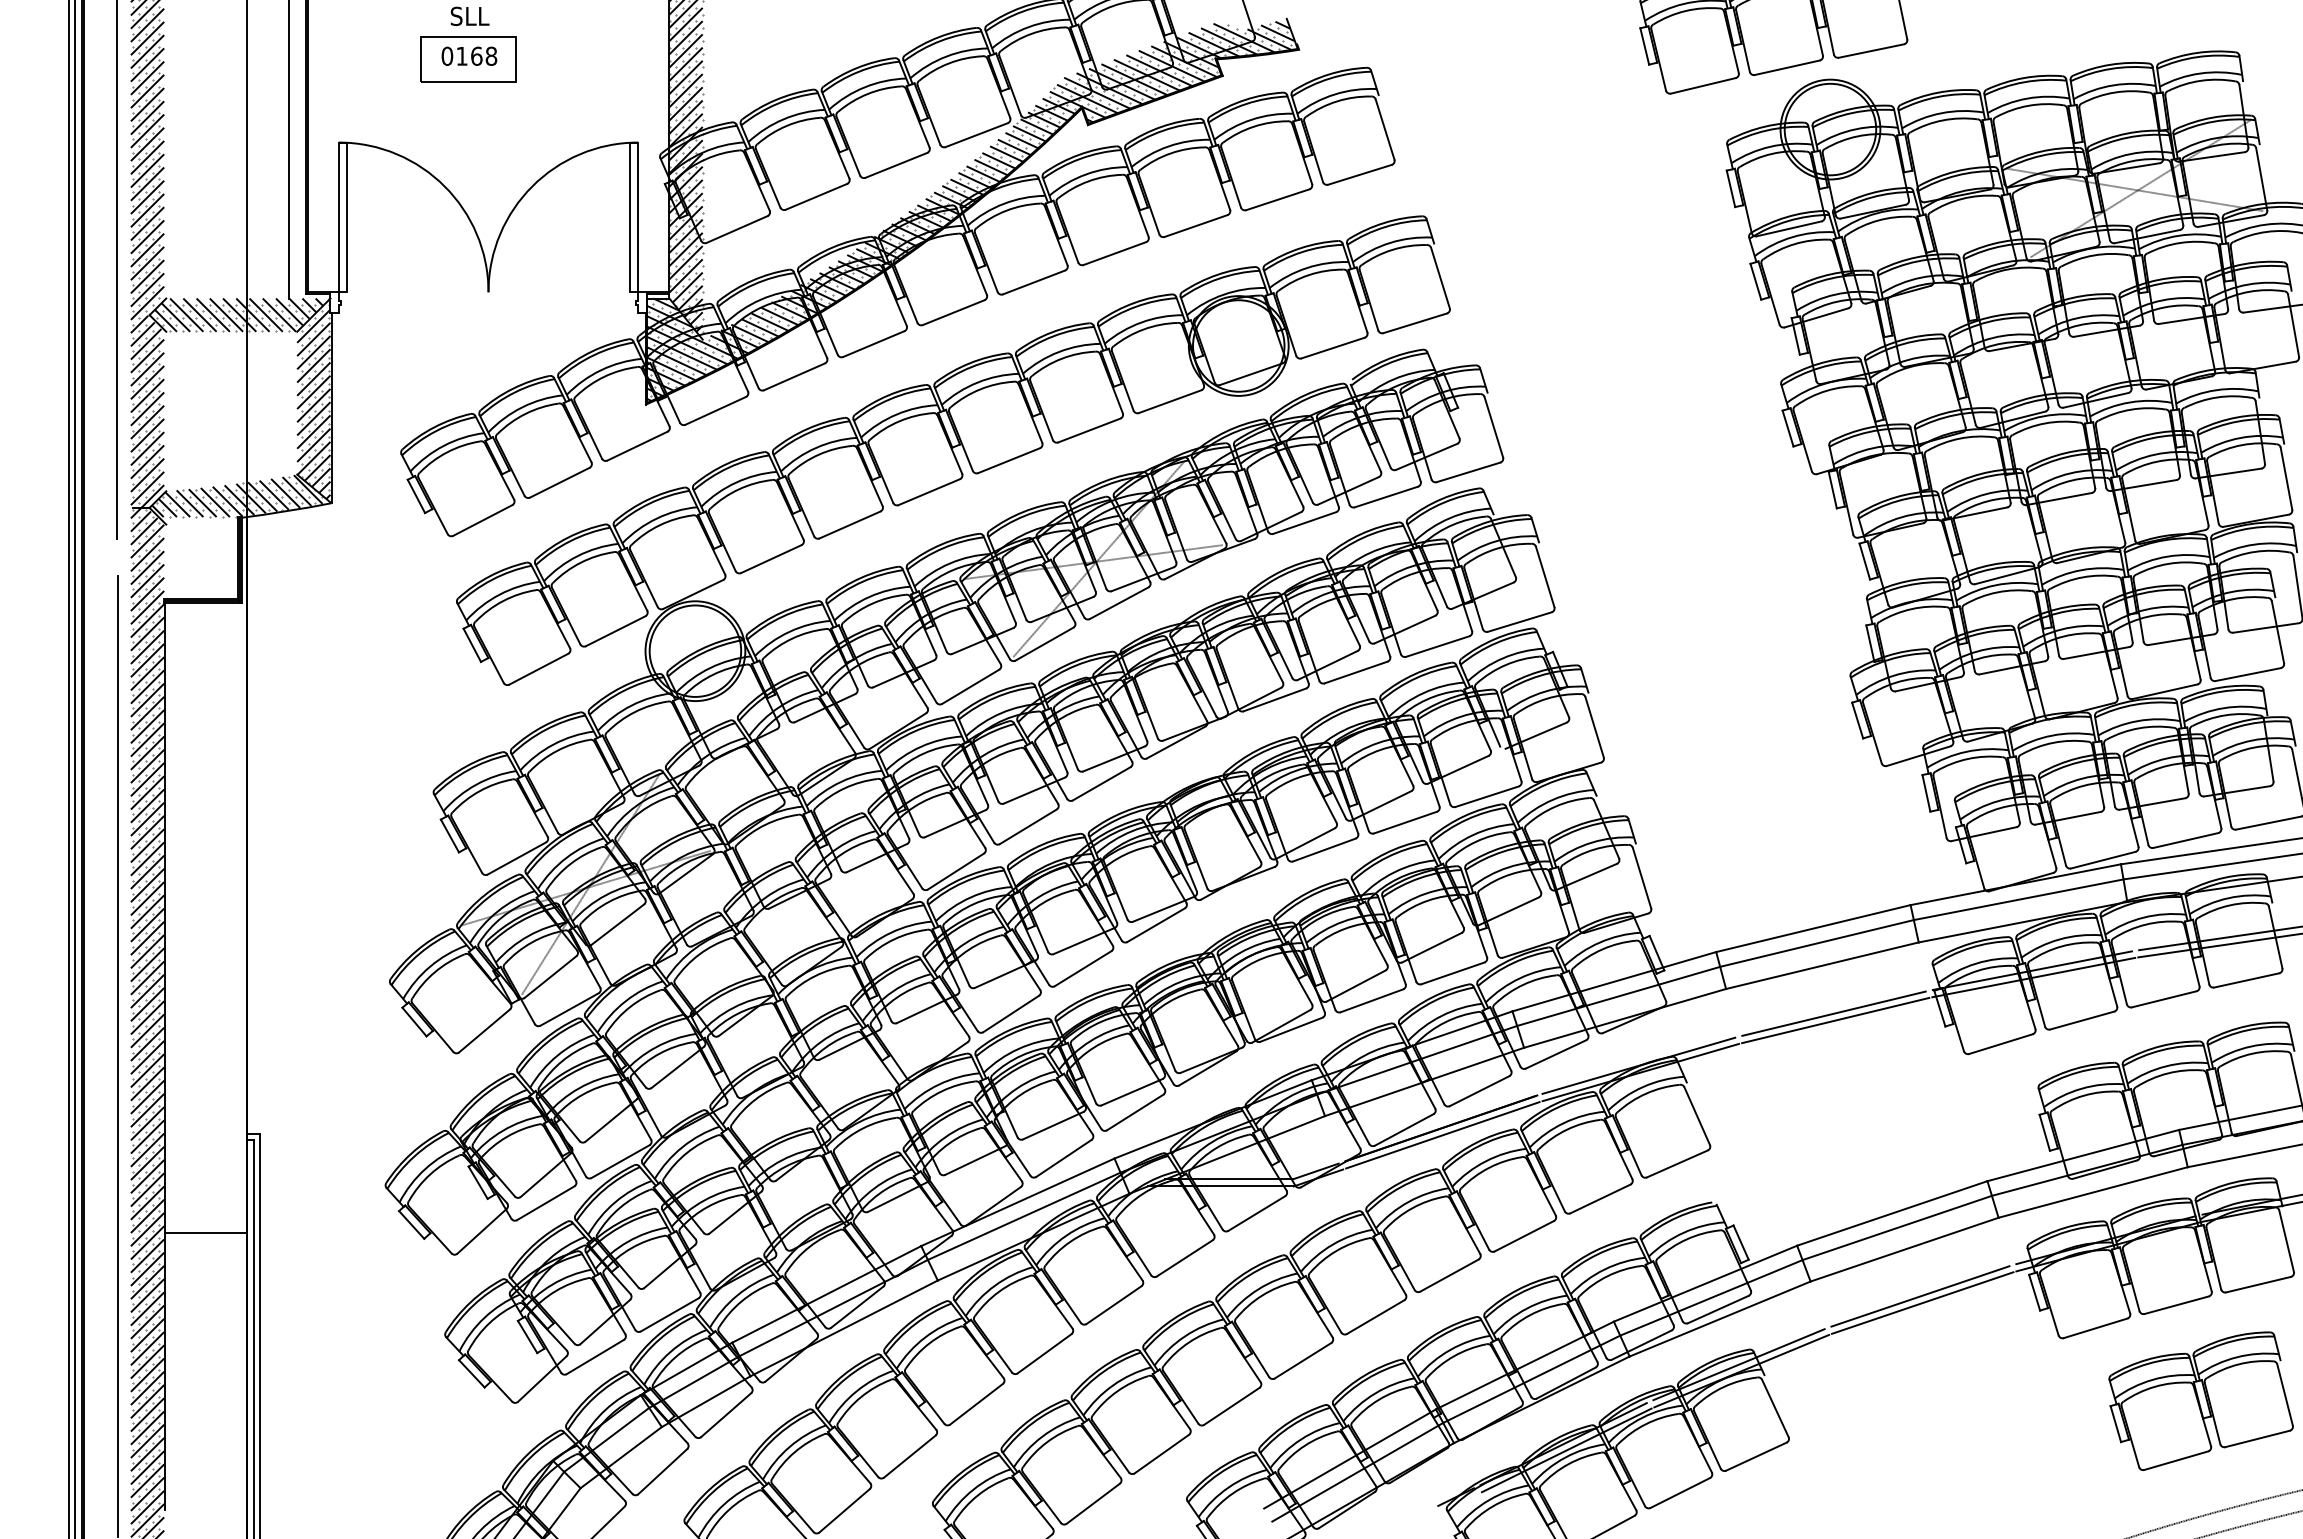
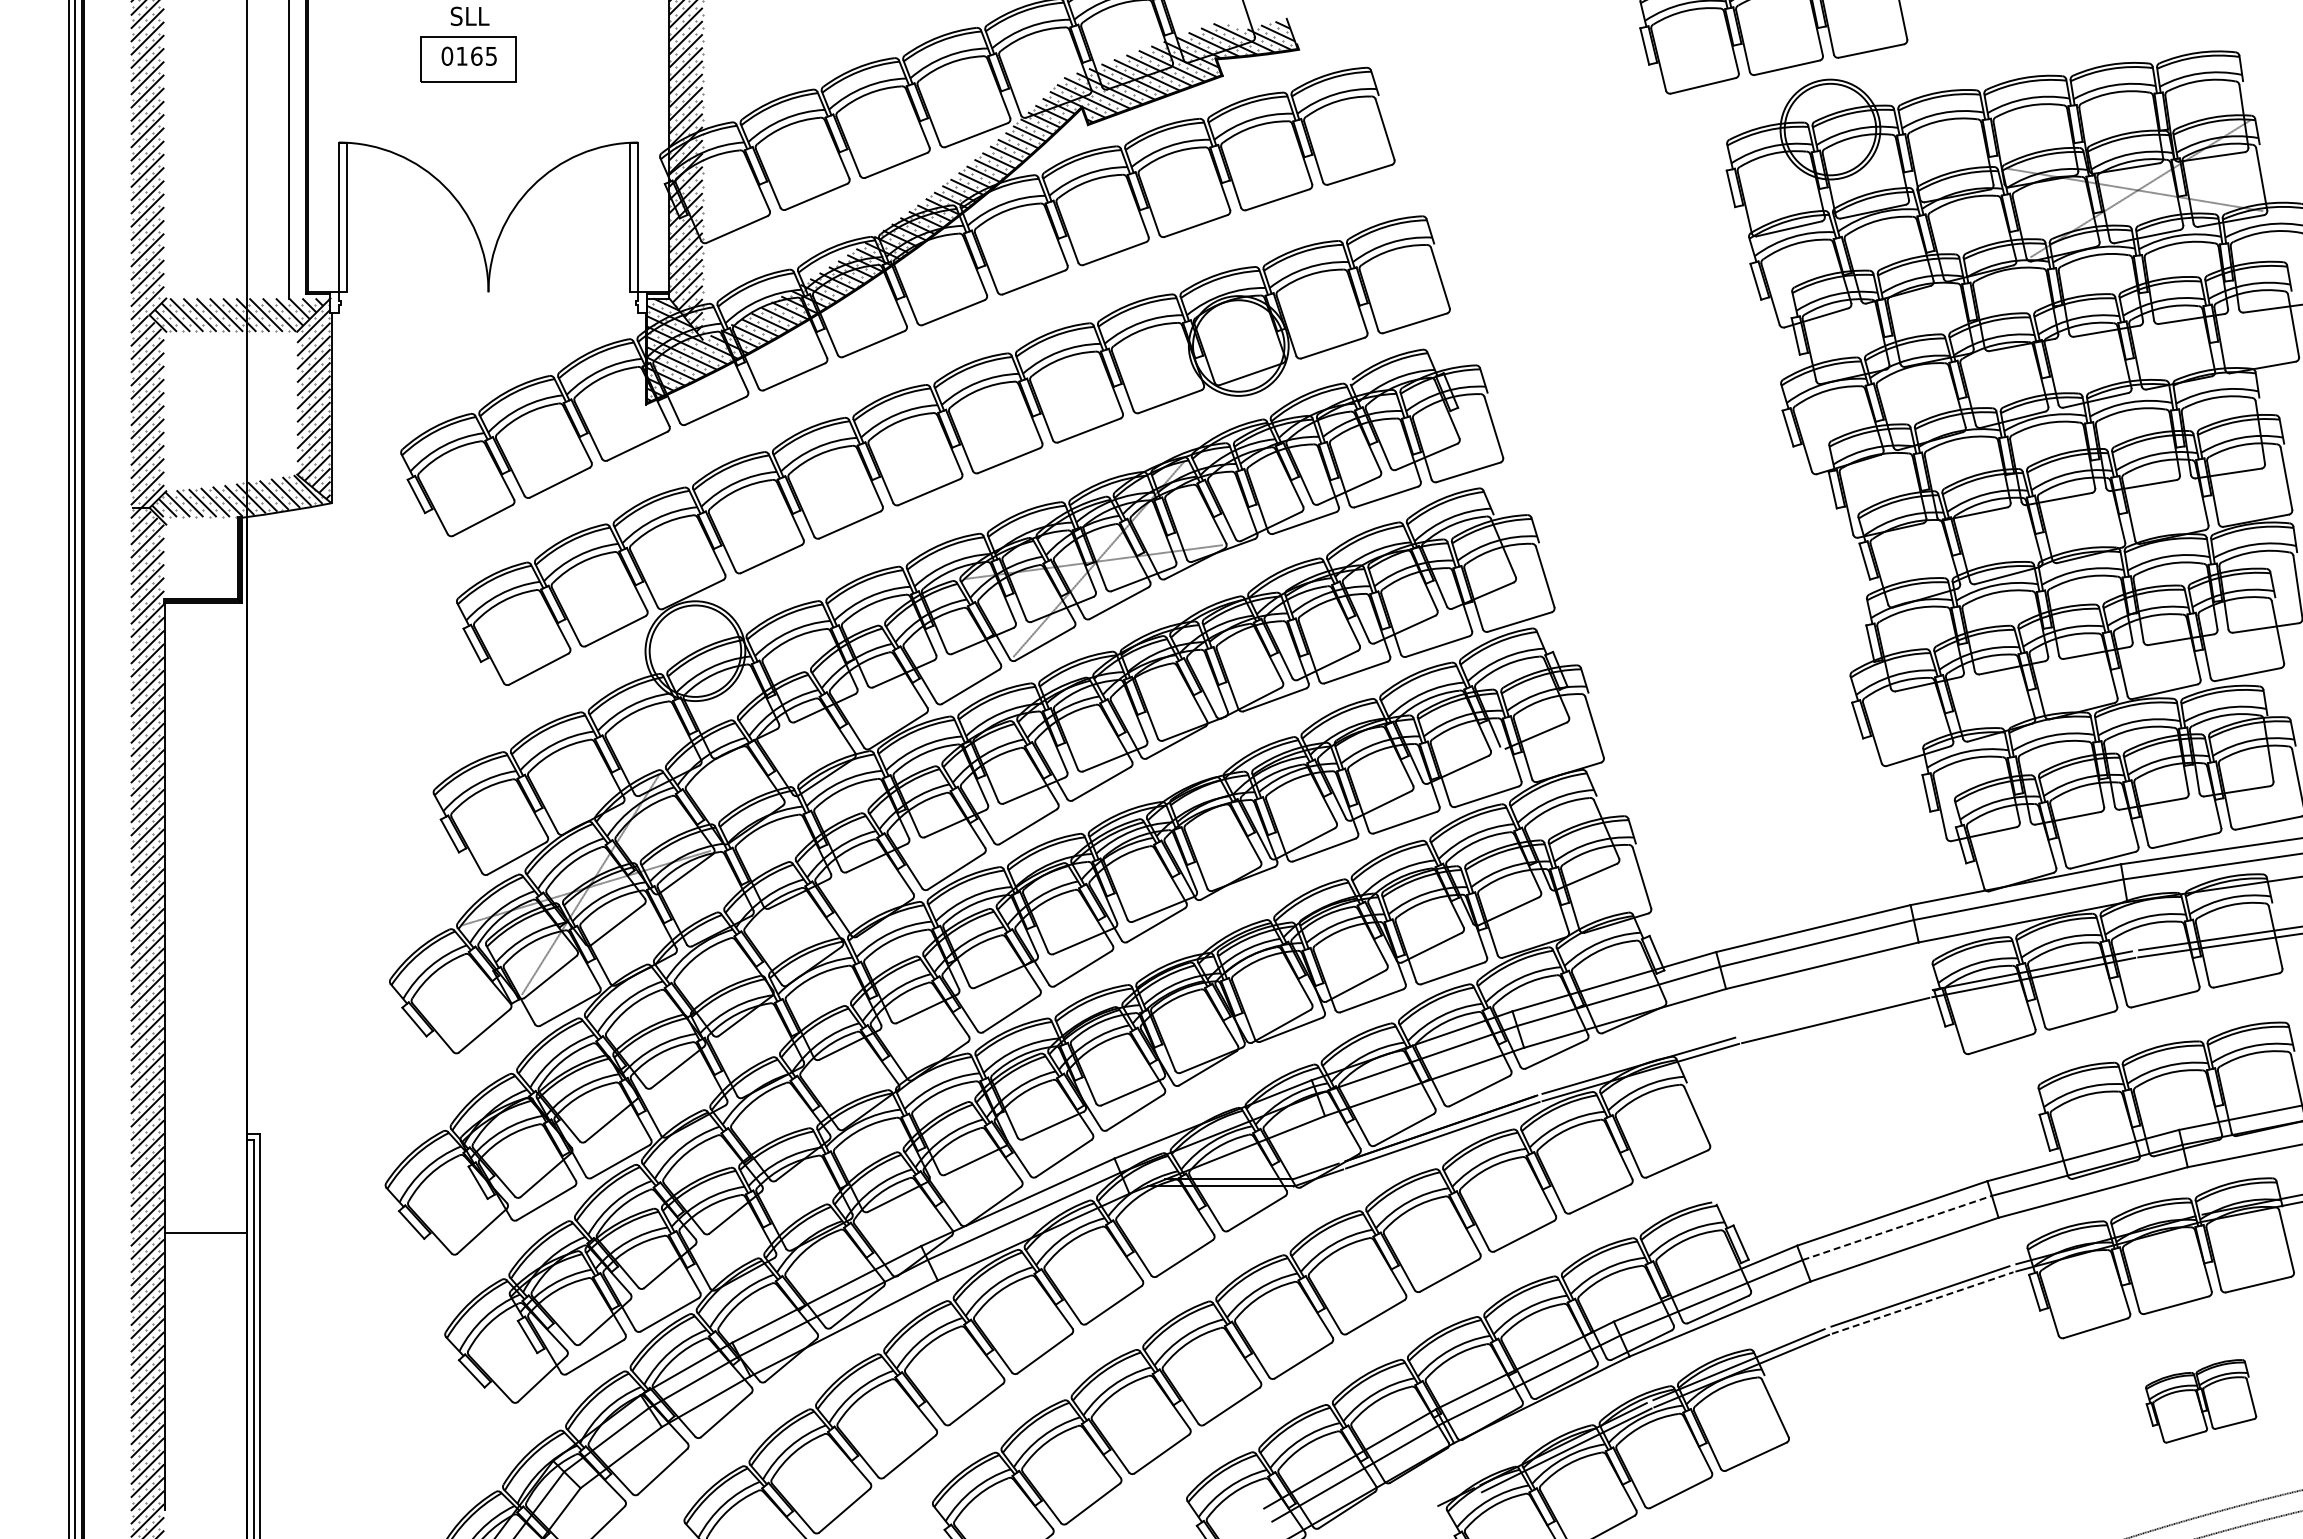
text at (491, 55): 0168 -> 0165
line at (117, 270): present -> none
line at (1833, 1013): present -> none
line at (117, 1055): present -> none
line at (1897, 1227): solid -> dashed
line at (1922, 1303): solid -> dashed
part at (2200, 1401) size: 186x141 px -> 113x85 px
